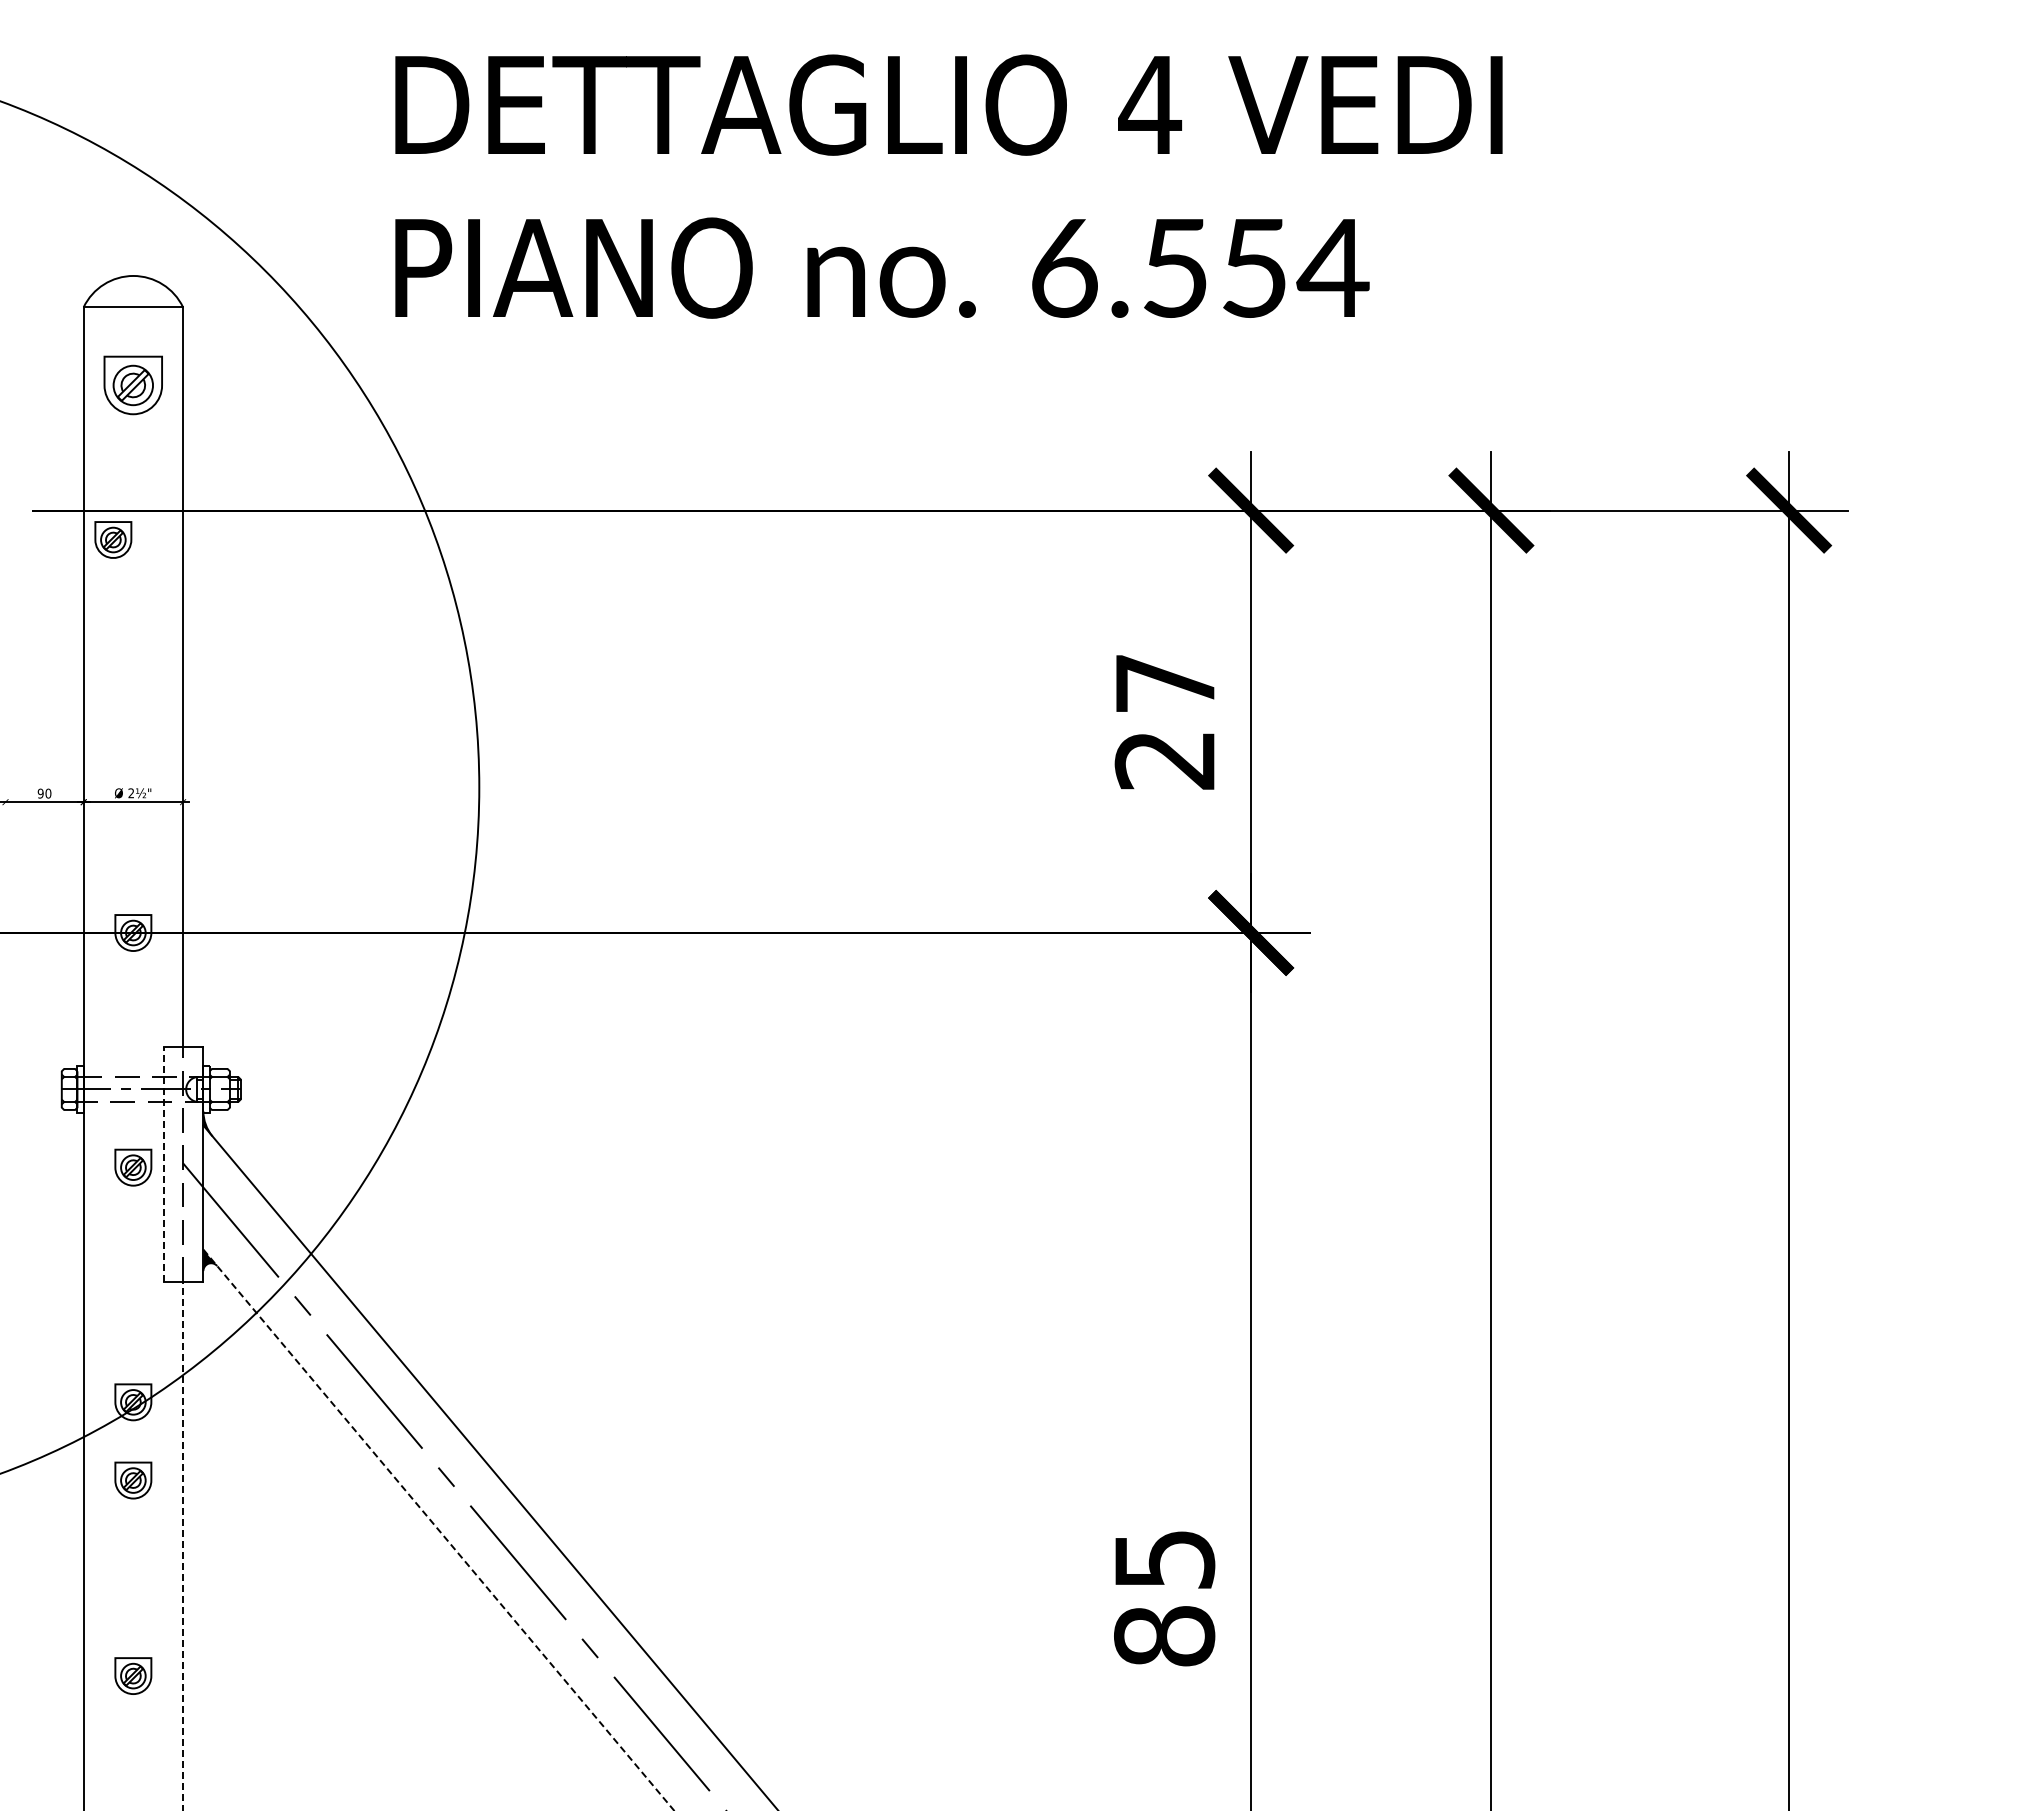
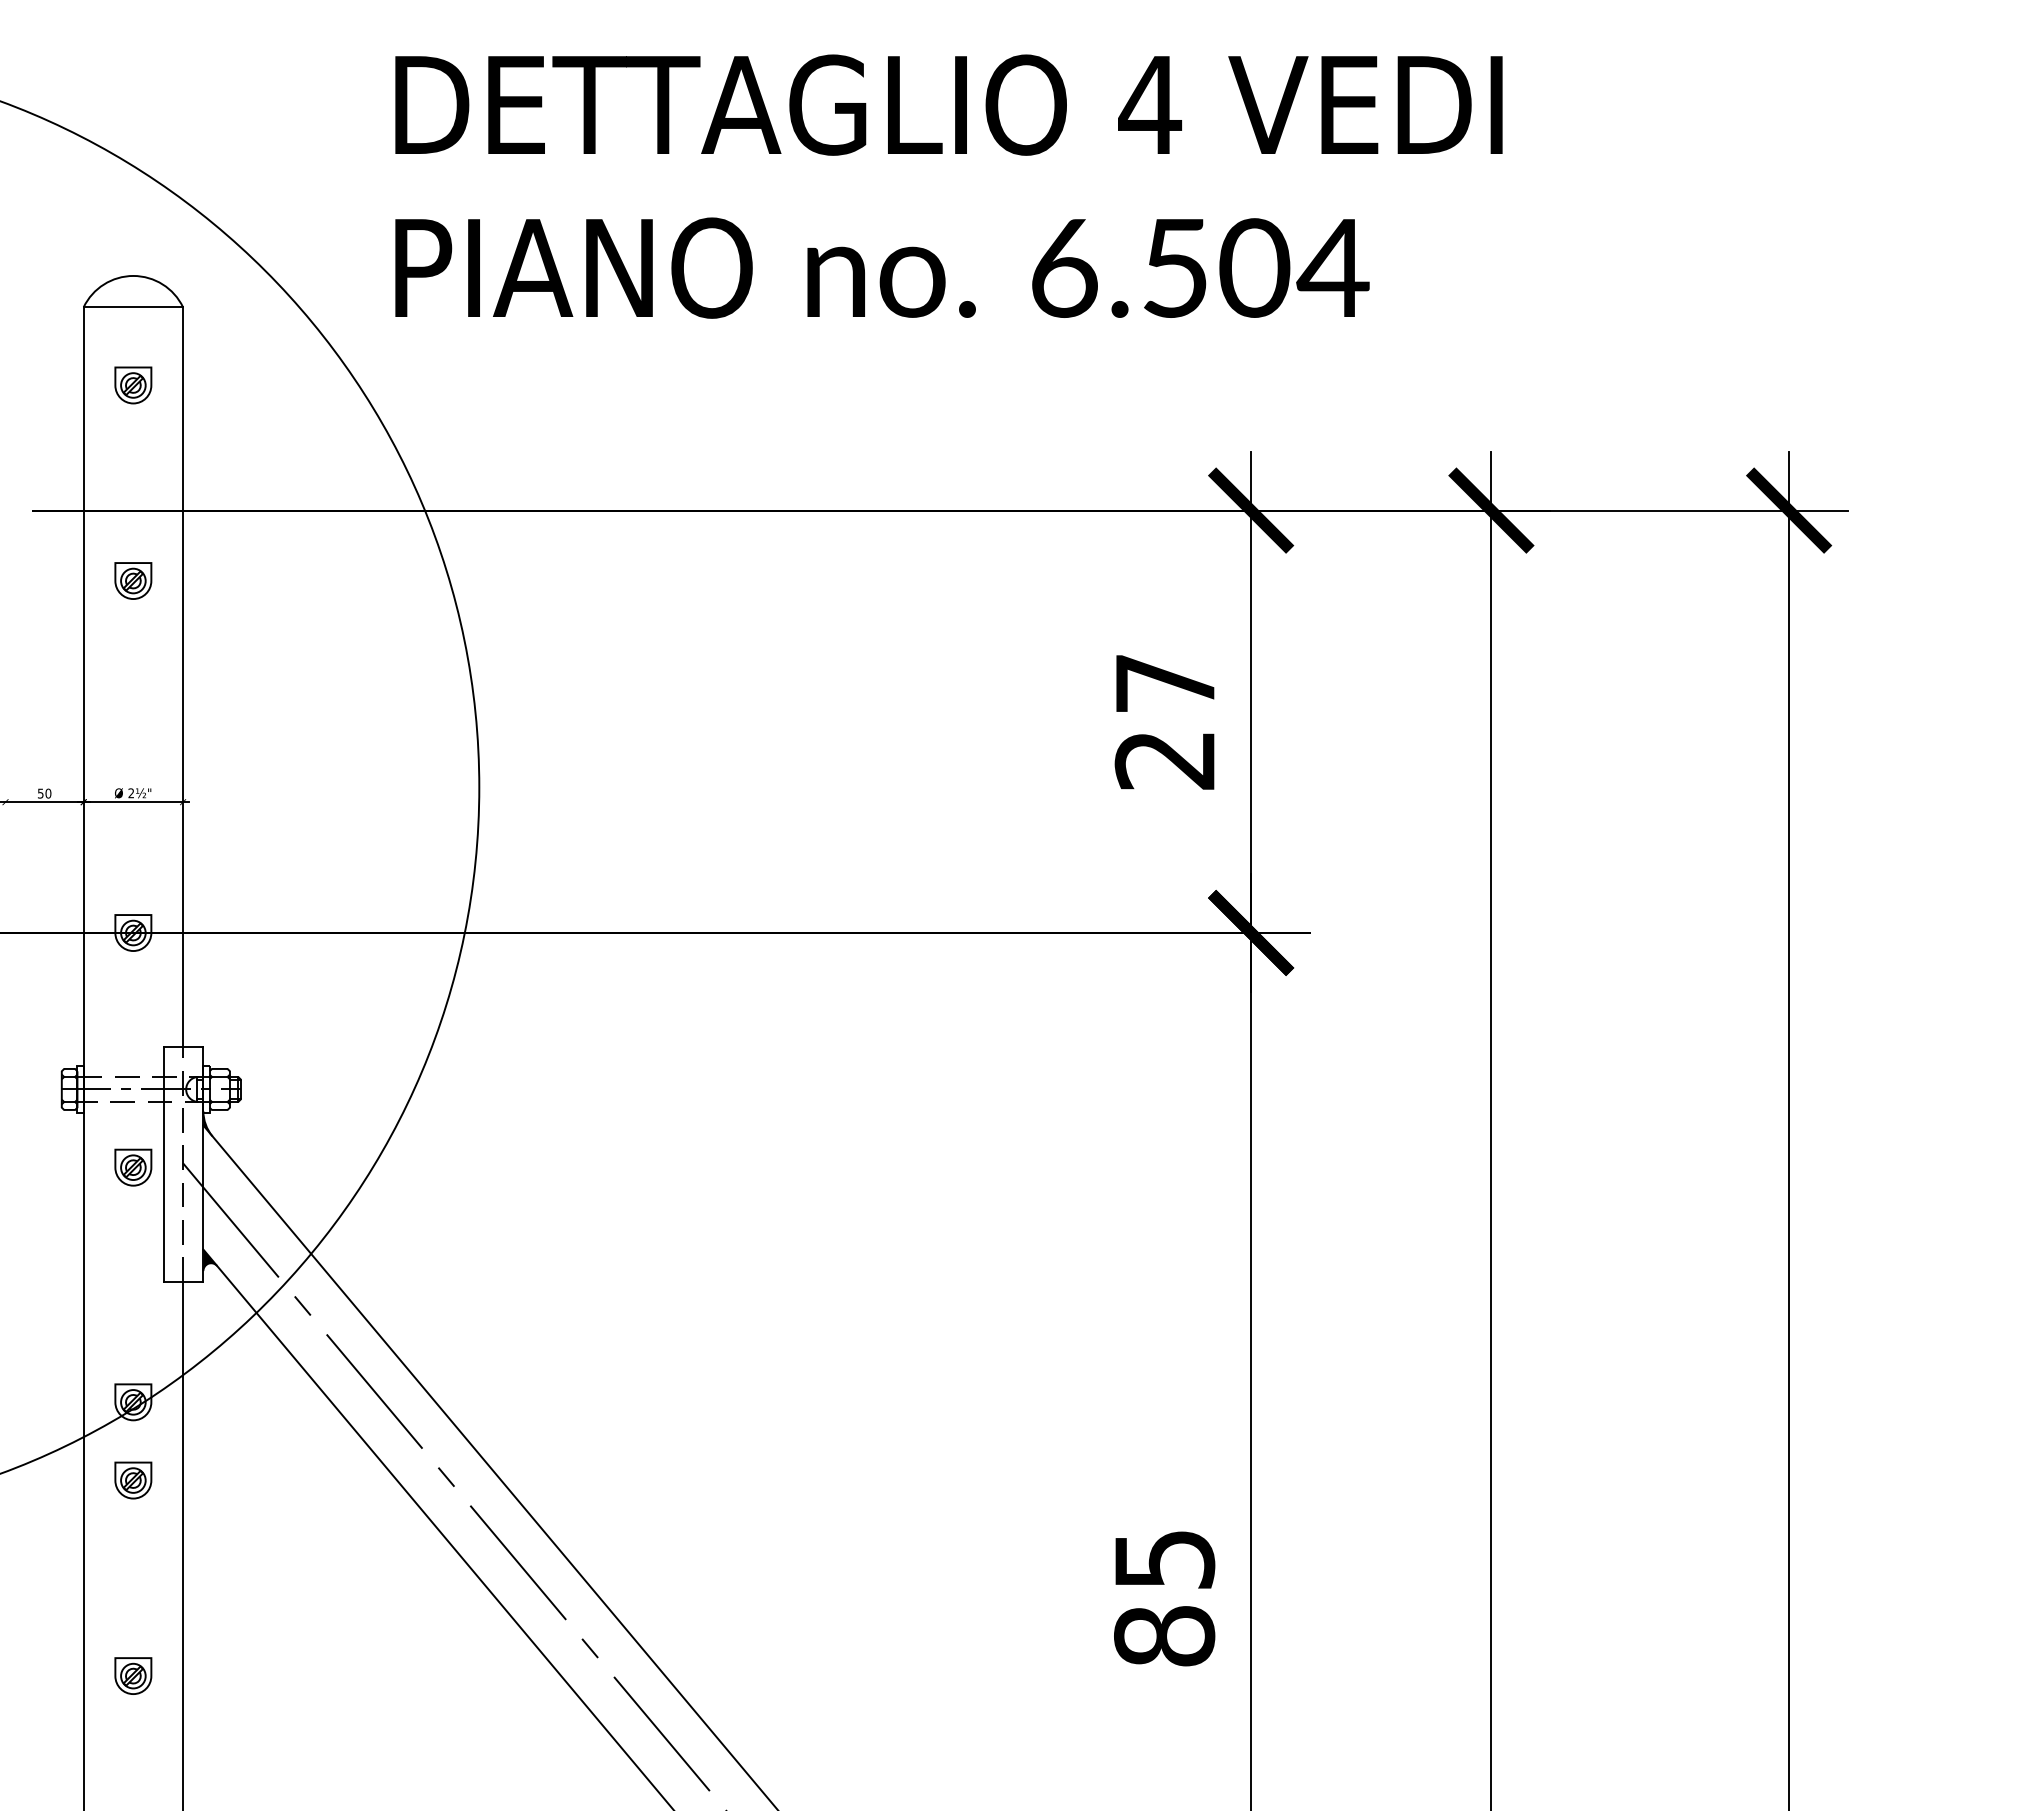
text at (1254, 267): 6.554 -> 6.504
part at (132, 385) size: 60x61 px -> 39x39 px
part at (113, 539) position: (113, 539) -> (133, 580)
text at (40, 793): 90 -> 50
line at (164, 1164): dashed -> solid
line at (439, 1530): dashed -> solid
line at (183, 1545): dashed -> solid
